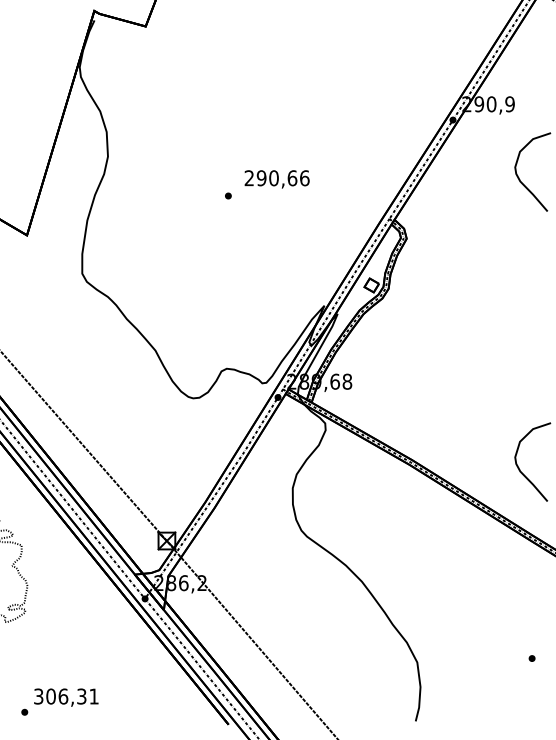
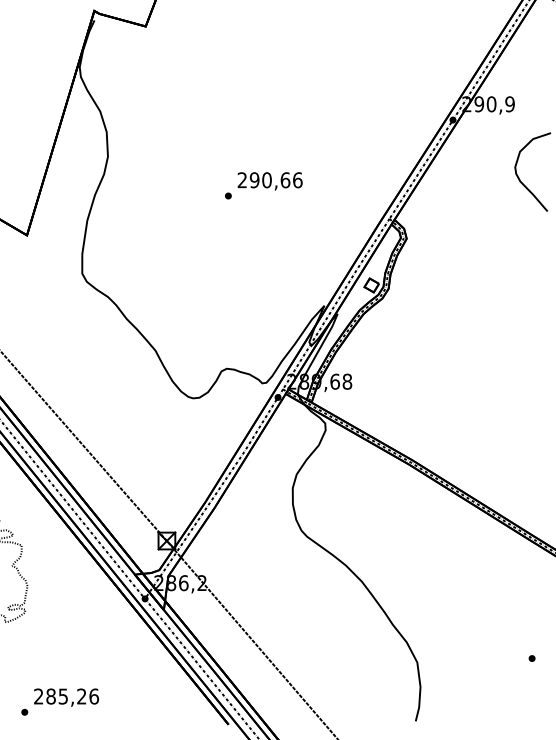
text at (276, 179) position: (276, 179) -> (269, 181)
curve at (519, 467): present -> none
text at (66, 696): 306,31 -> 285,26
